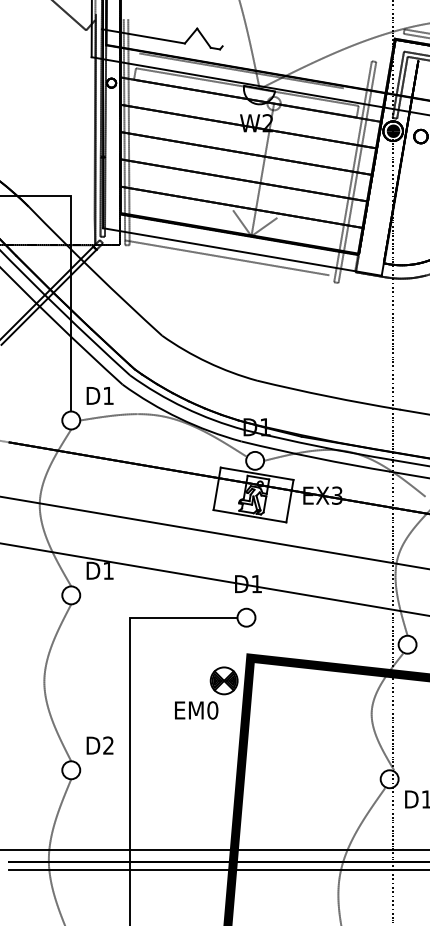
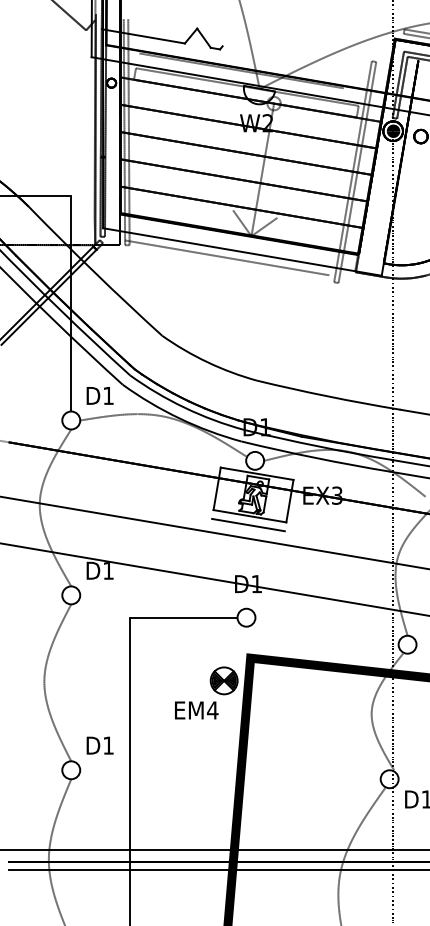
line at (248, 524): none -> present
text at (212, 710): EM0 -> EM4
text at (108, 745): D2 -> D1
